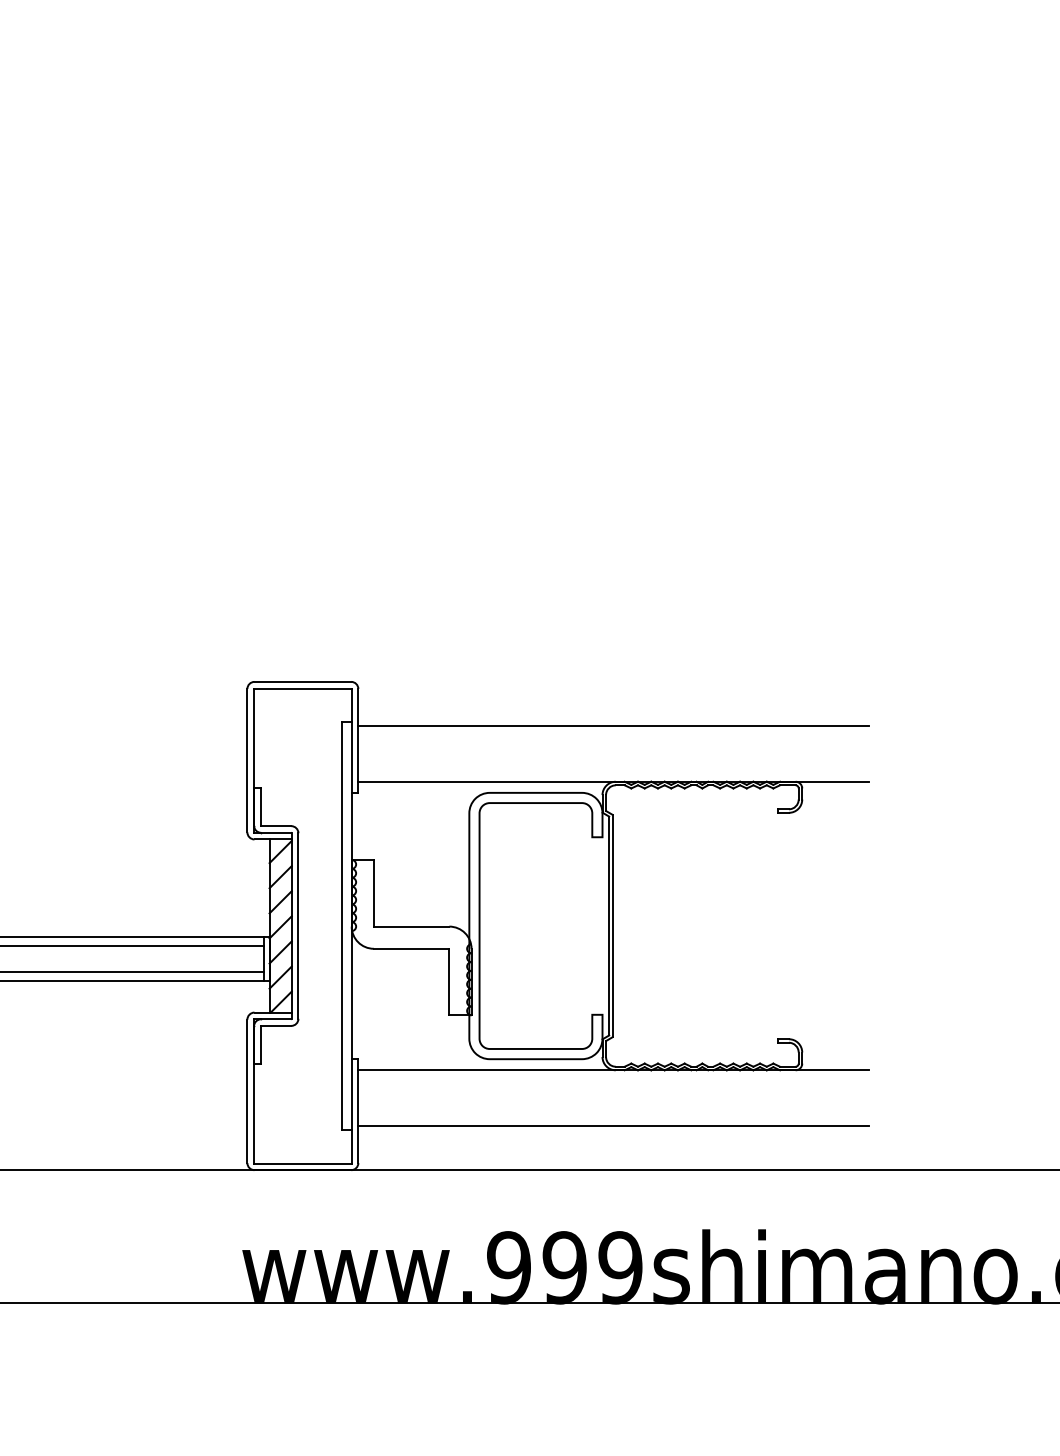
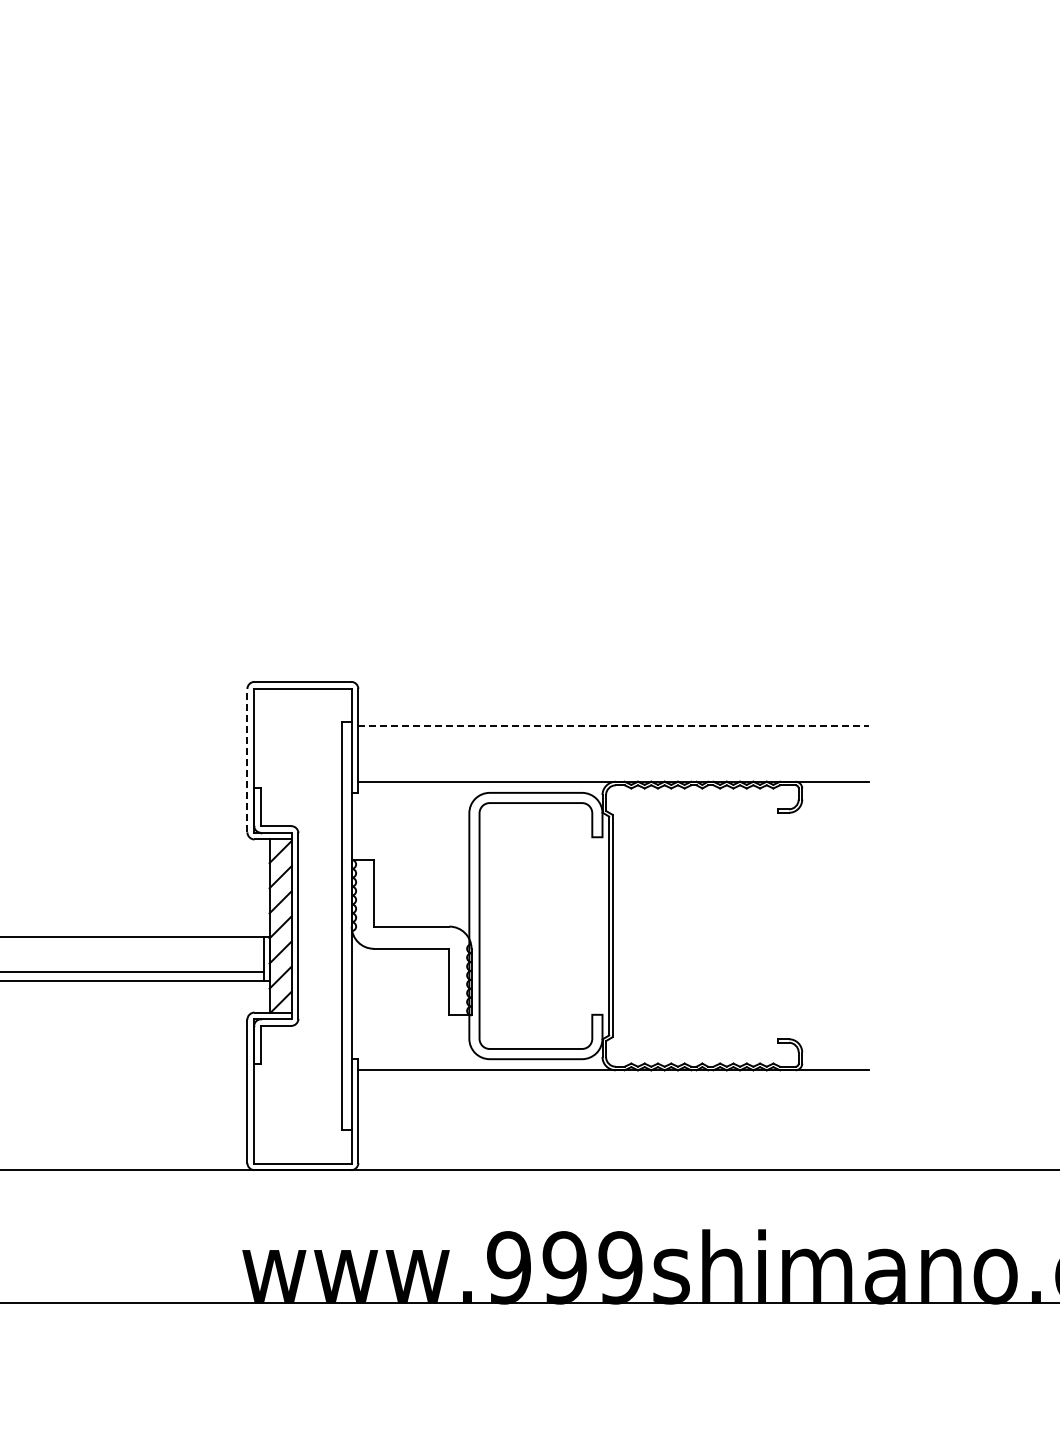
line at (614, 726): solid -> dashed
line at (247, 760): solid -> dashed
line at (133, 945): present -> none
line at (613, 1125): present -> none
